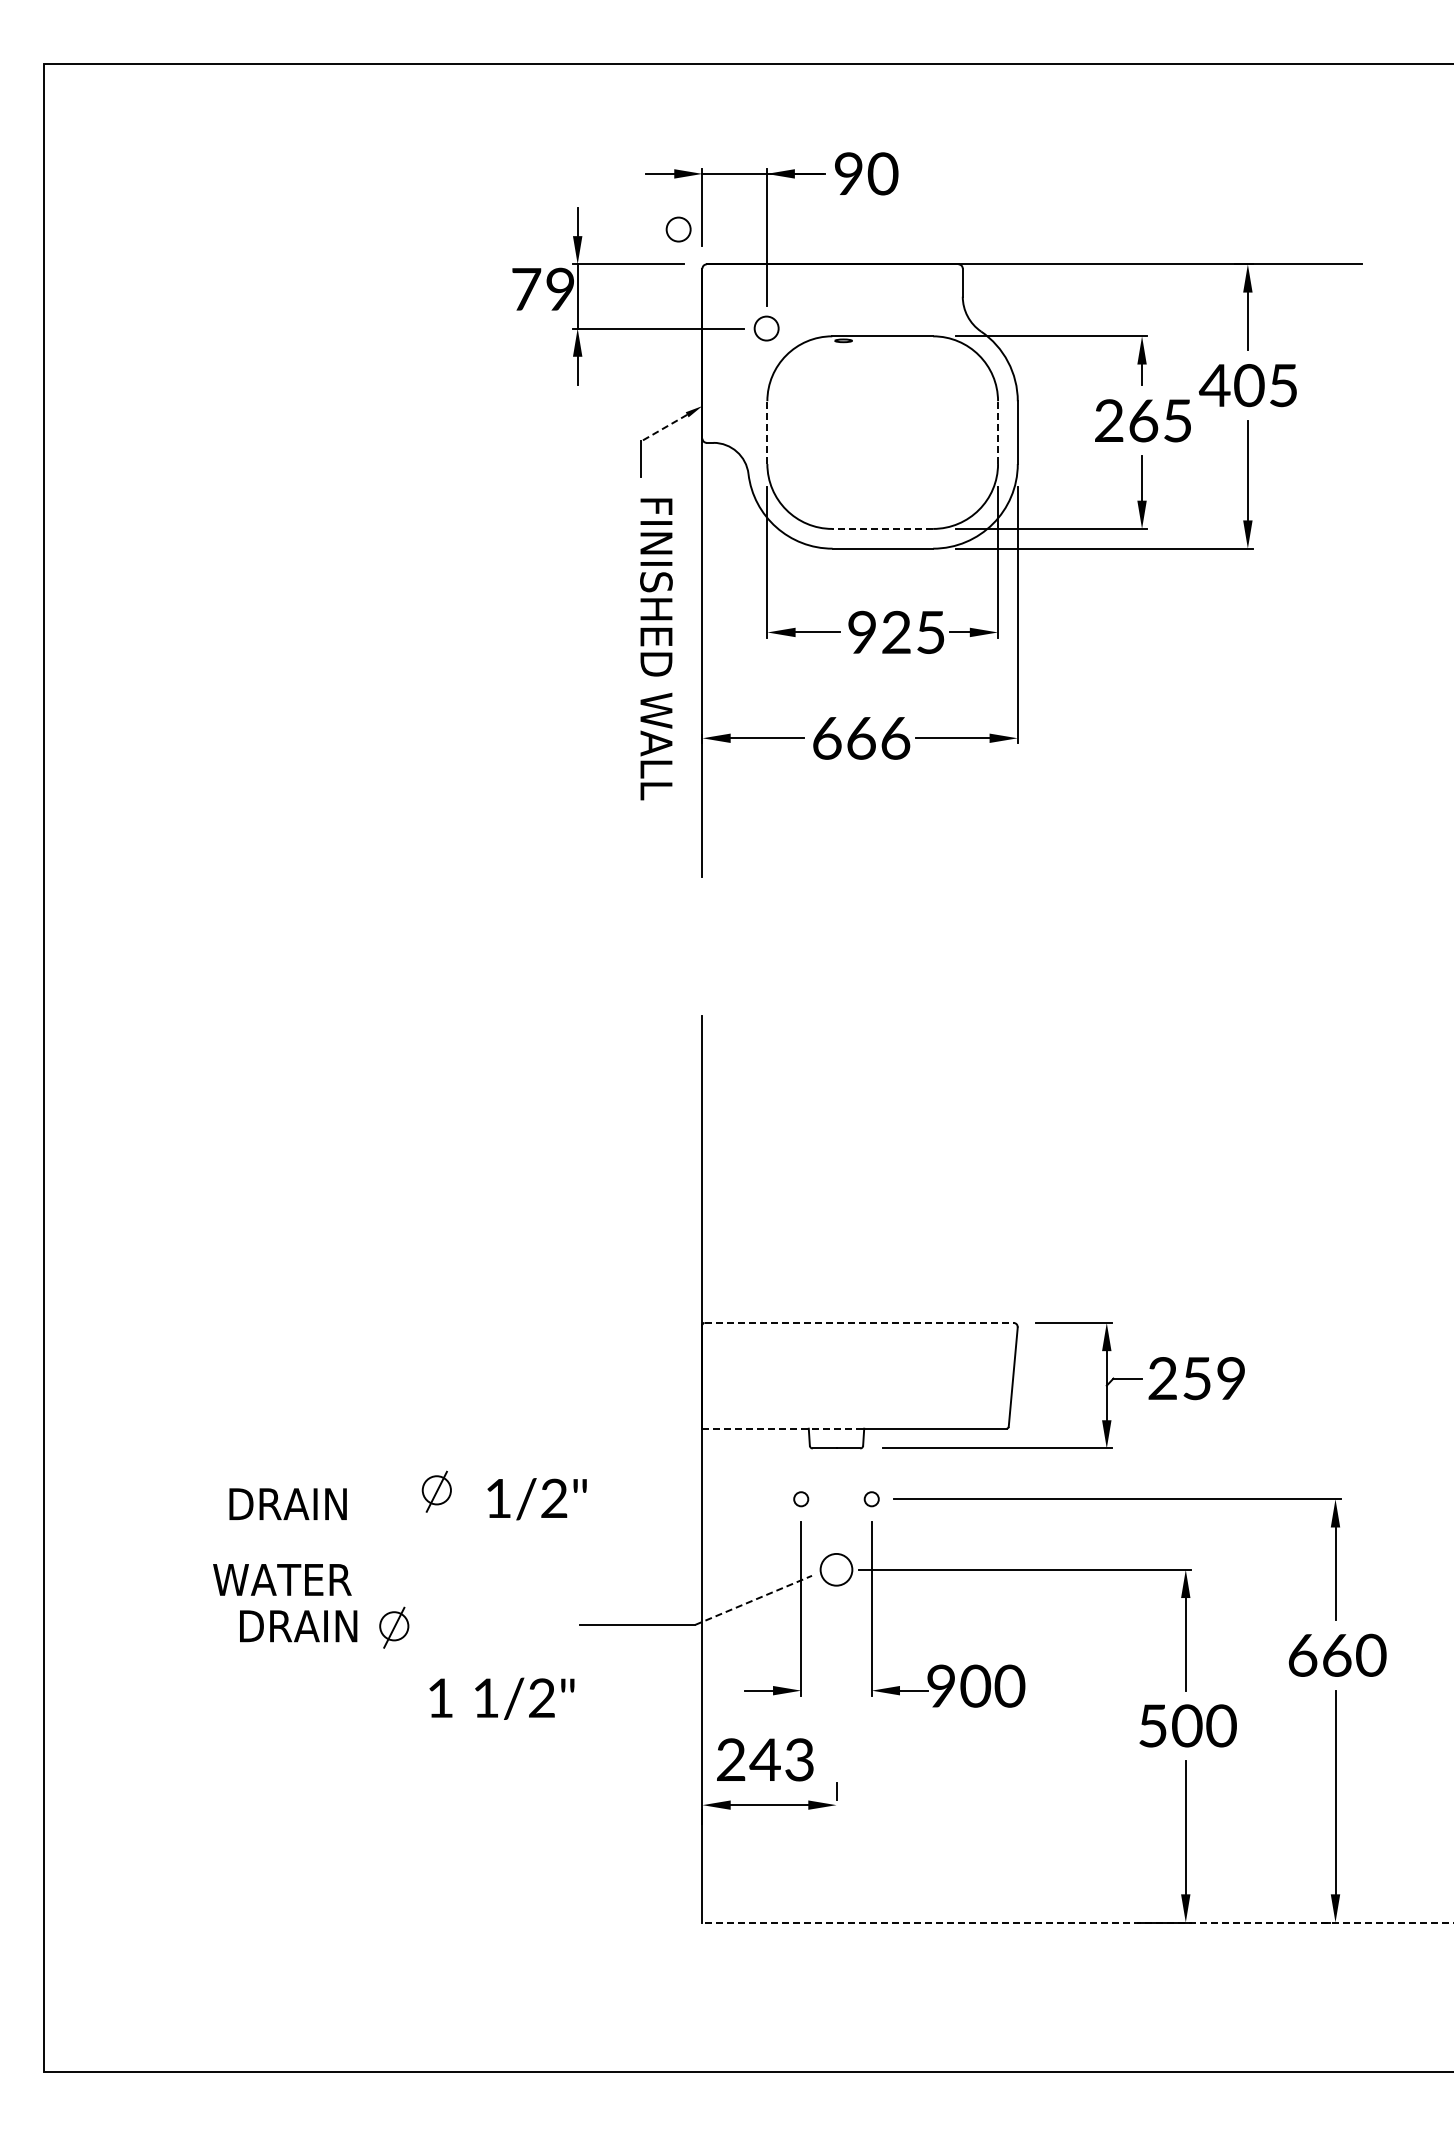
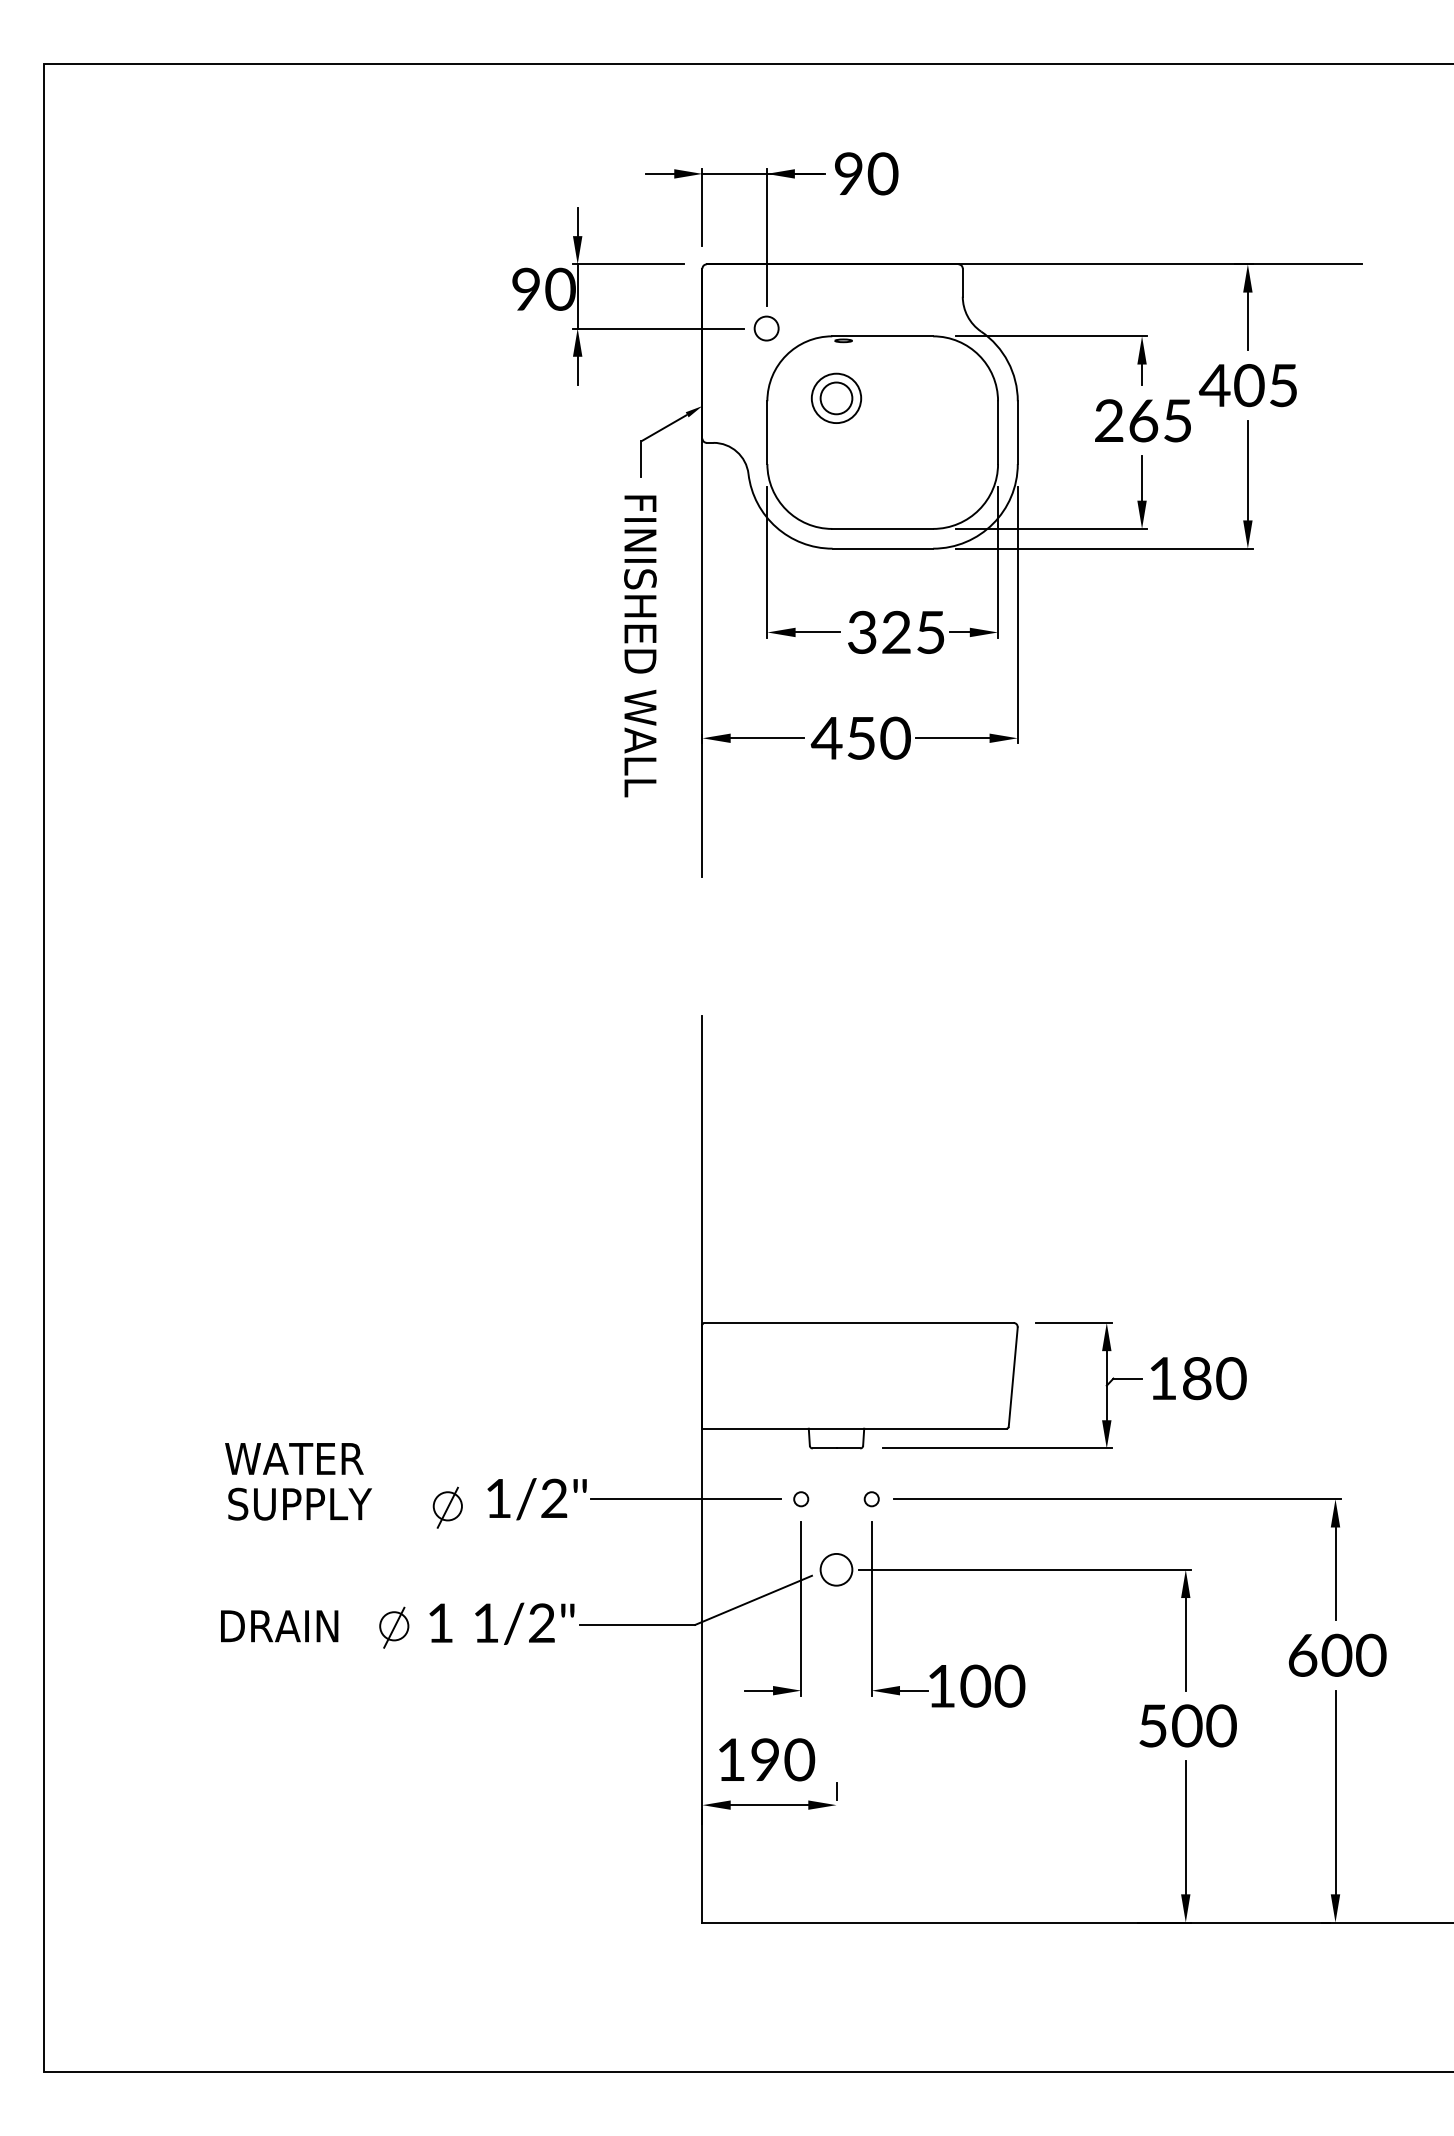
circle at (678, 229): present -> none
text at (543, 288): 79 -> 90
part at (836, 397): none -> present
line at (663, 428): dashed -> solid
line at (767, 432): dashed -> solid
line at (998, 432): dashed -> solid
line at (882, 528): dashed -> solid
text at (862, 632): 925 -> 325
text at (656, 649) position: (656, 649) -> (640, 646)
text at (860, 737): 666 -> 450
line at (859, 1322): dashed -> solid
text at (1197, 1378): 259 -> 180
line at (783, 1428): dashed -> solid
part at (436, 1491) position: (436, 1491) -> (447, 1507)
line at (685, 1499): none -> present
text at (299, 1503): DRAIN -> SUPPLY
text at (282, 1579) position: (282, 1579) -> (294, 1458)
line at (754, 1600): dashed -> solid
text at (298, 1626) position: (298, 1626) -> (279, 1626)
text at (1336, 1654): 660 -> 600
text at (940, 1685): 900 -> 100
text at (501, 1698) position: (501, 1698) -> (501, 1623)
text at (766, 1759): 243 -> 190
line at (1077, 1922): dashed -> solid
